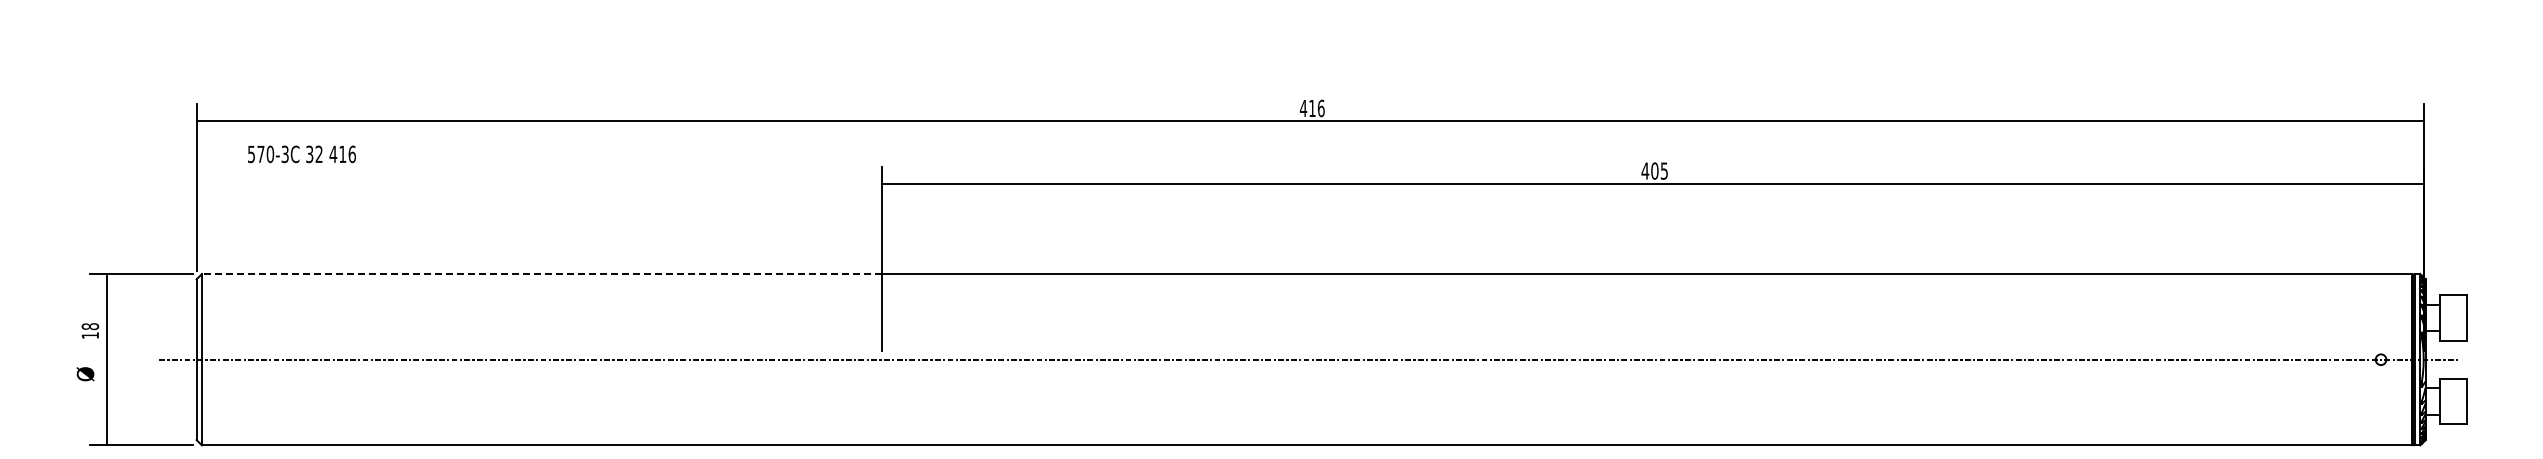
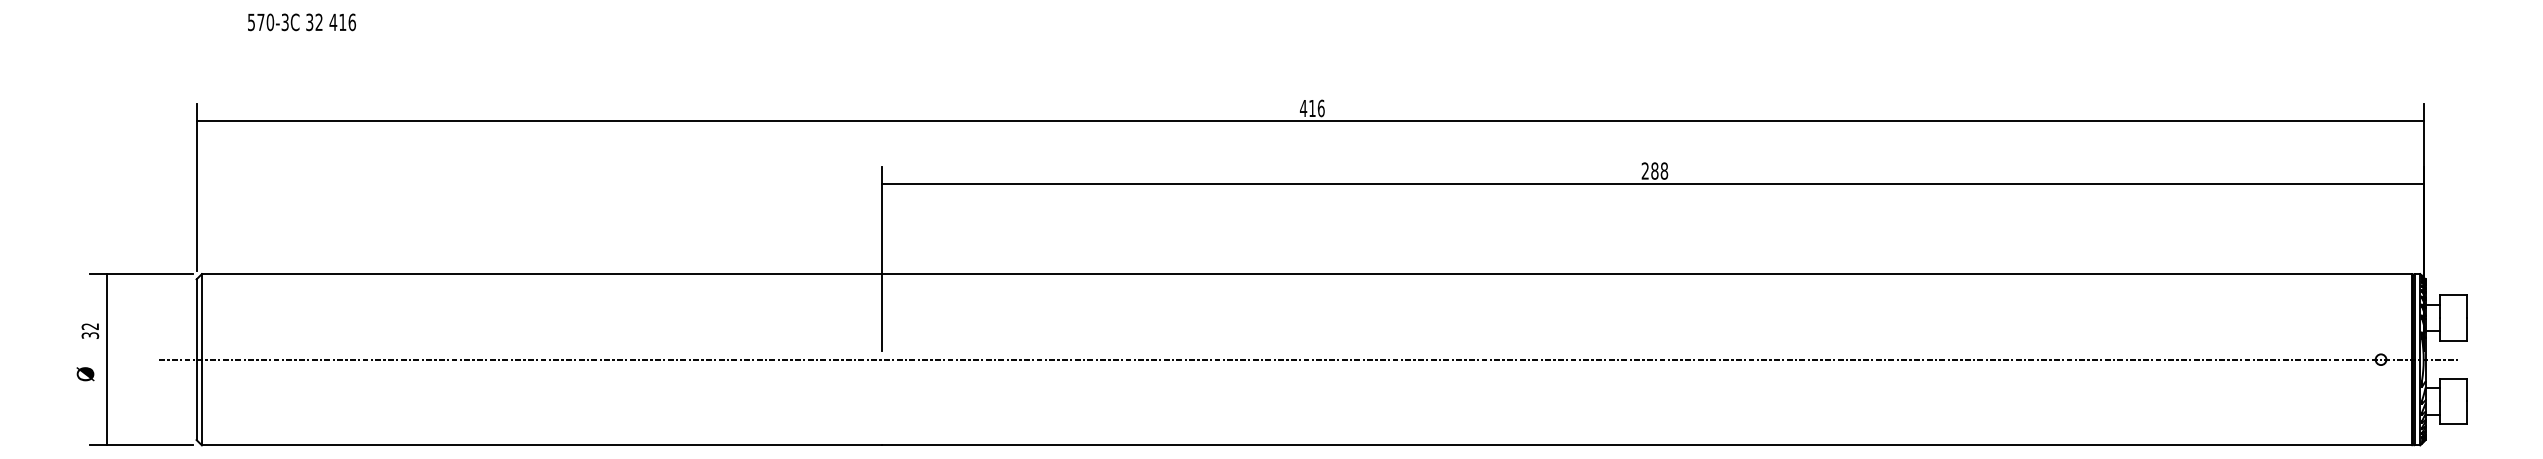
text at (301, 154) position: (301, 154) -> (301, 22)
text at (1654, 170): 405 -> 288
line at (541, 274): dashed -> solid
text at (90, 330): 18 -> 32
